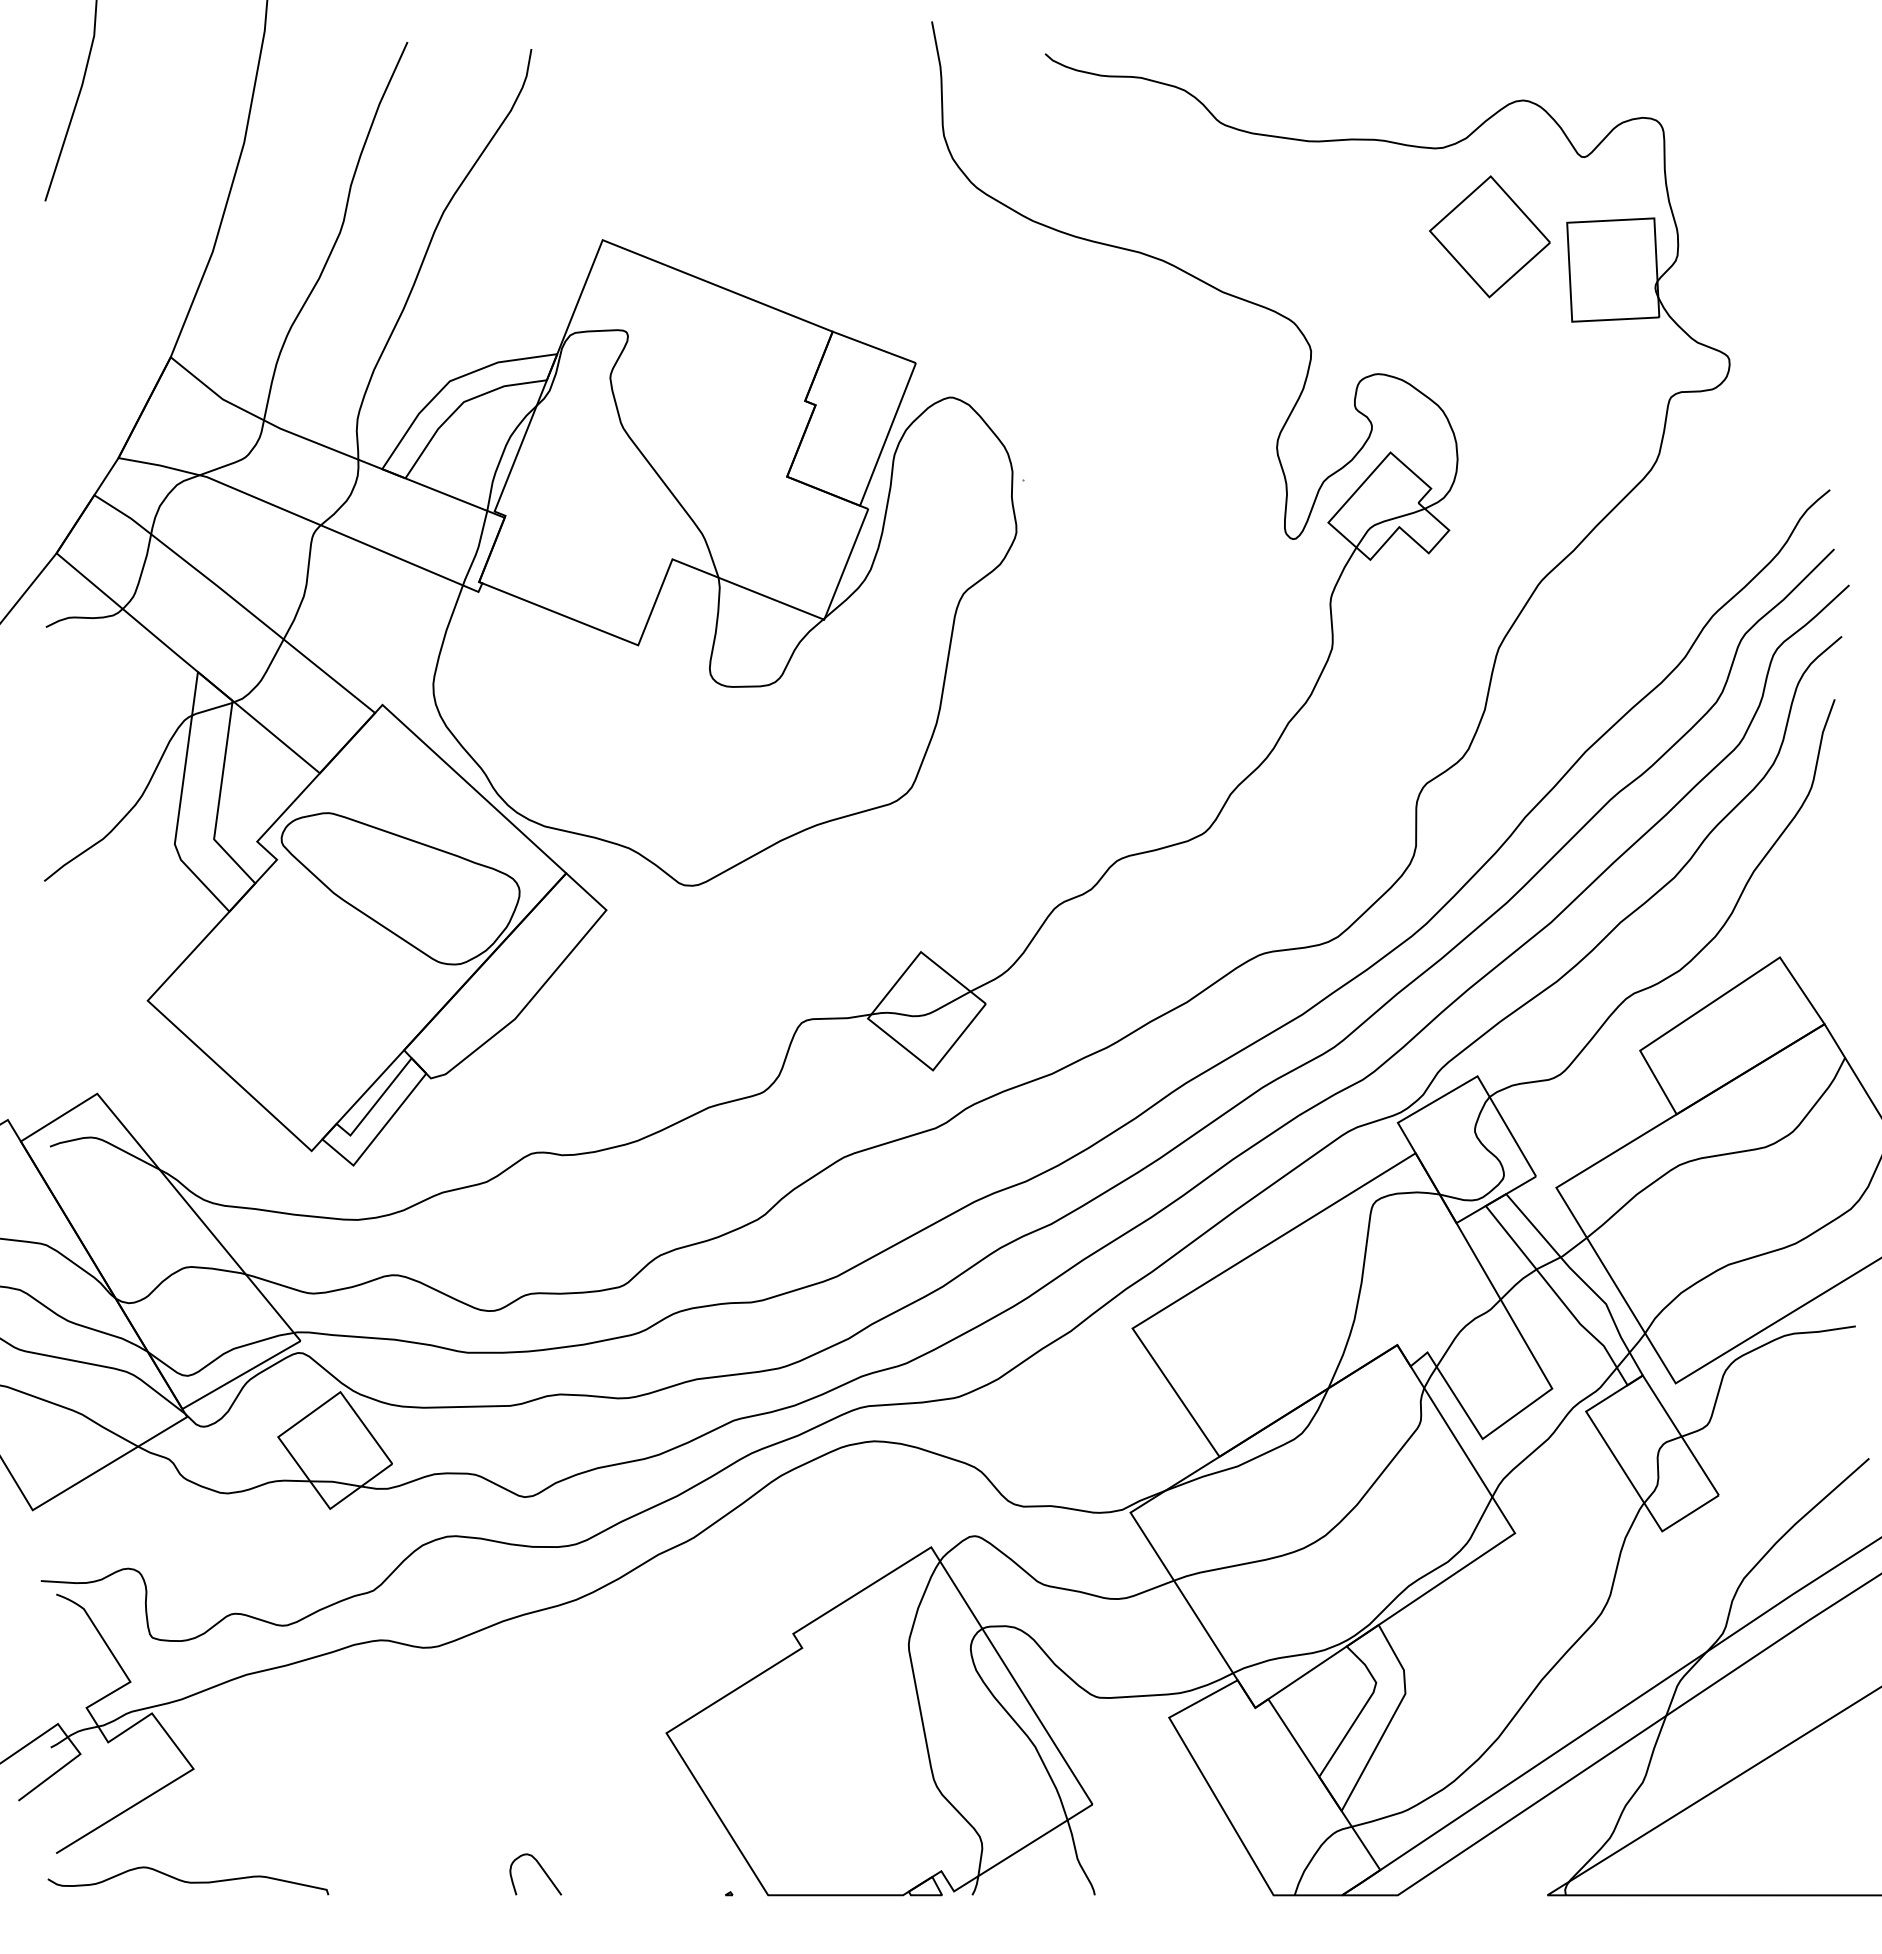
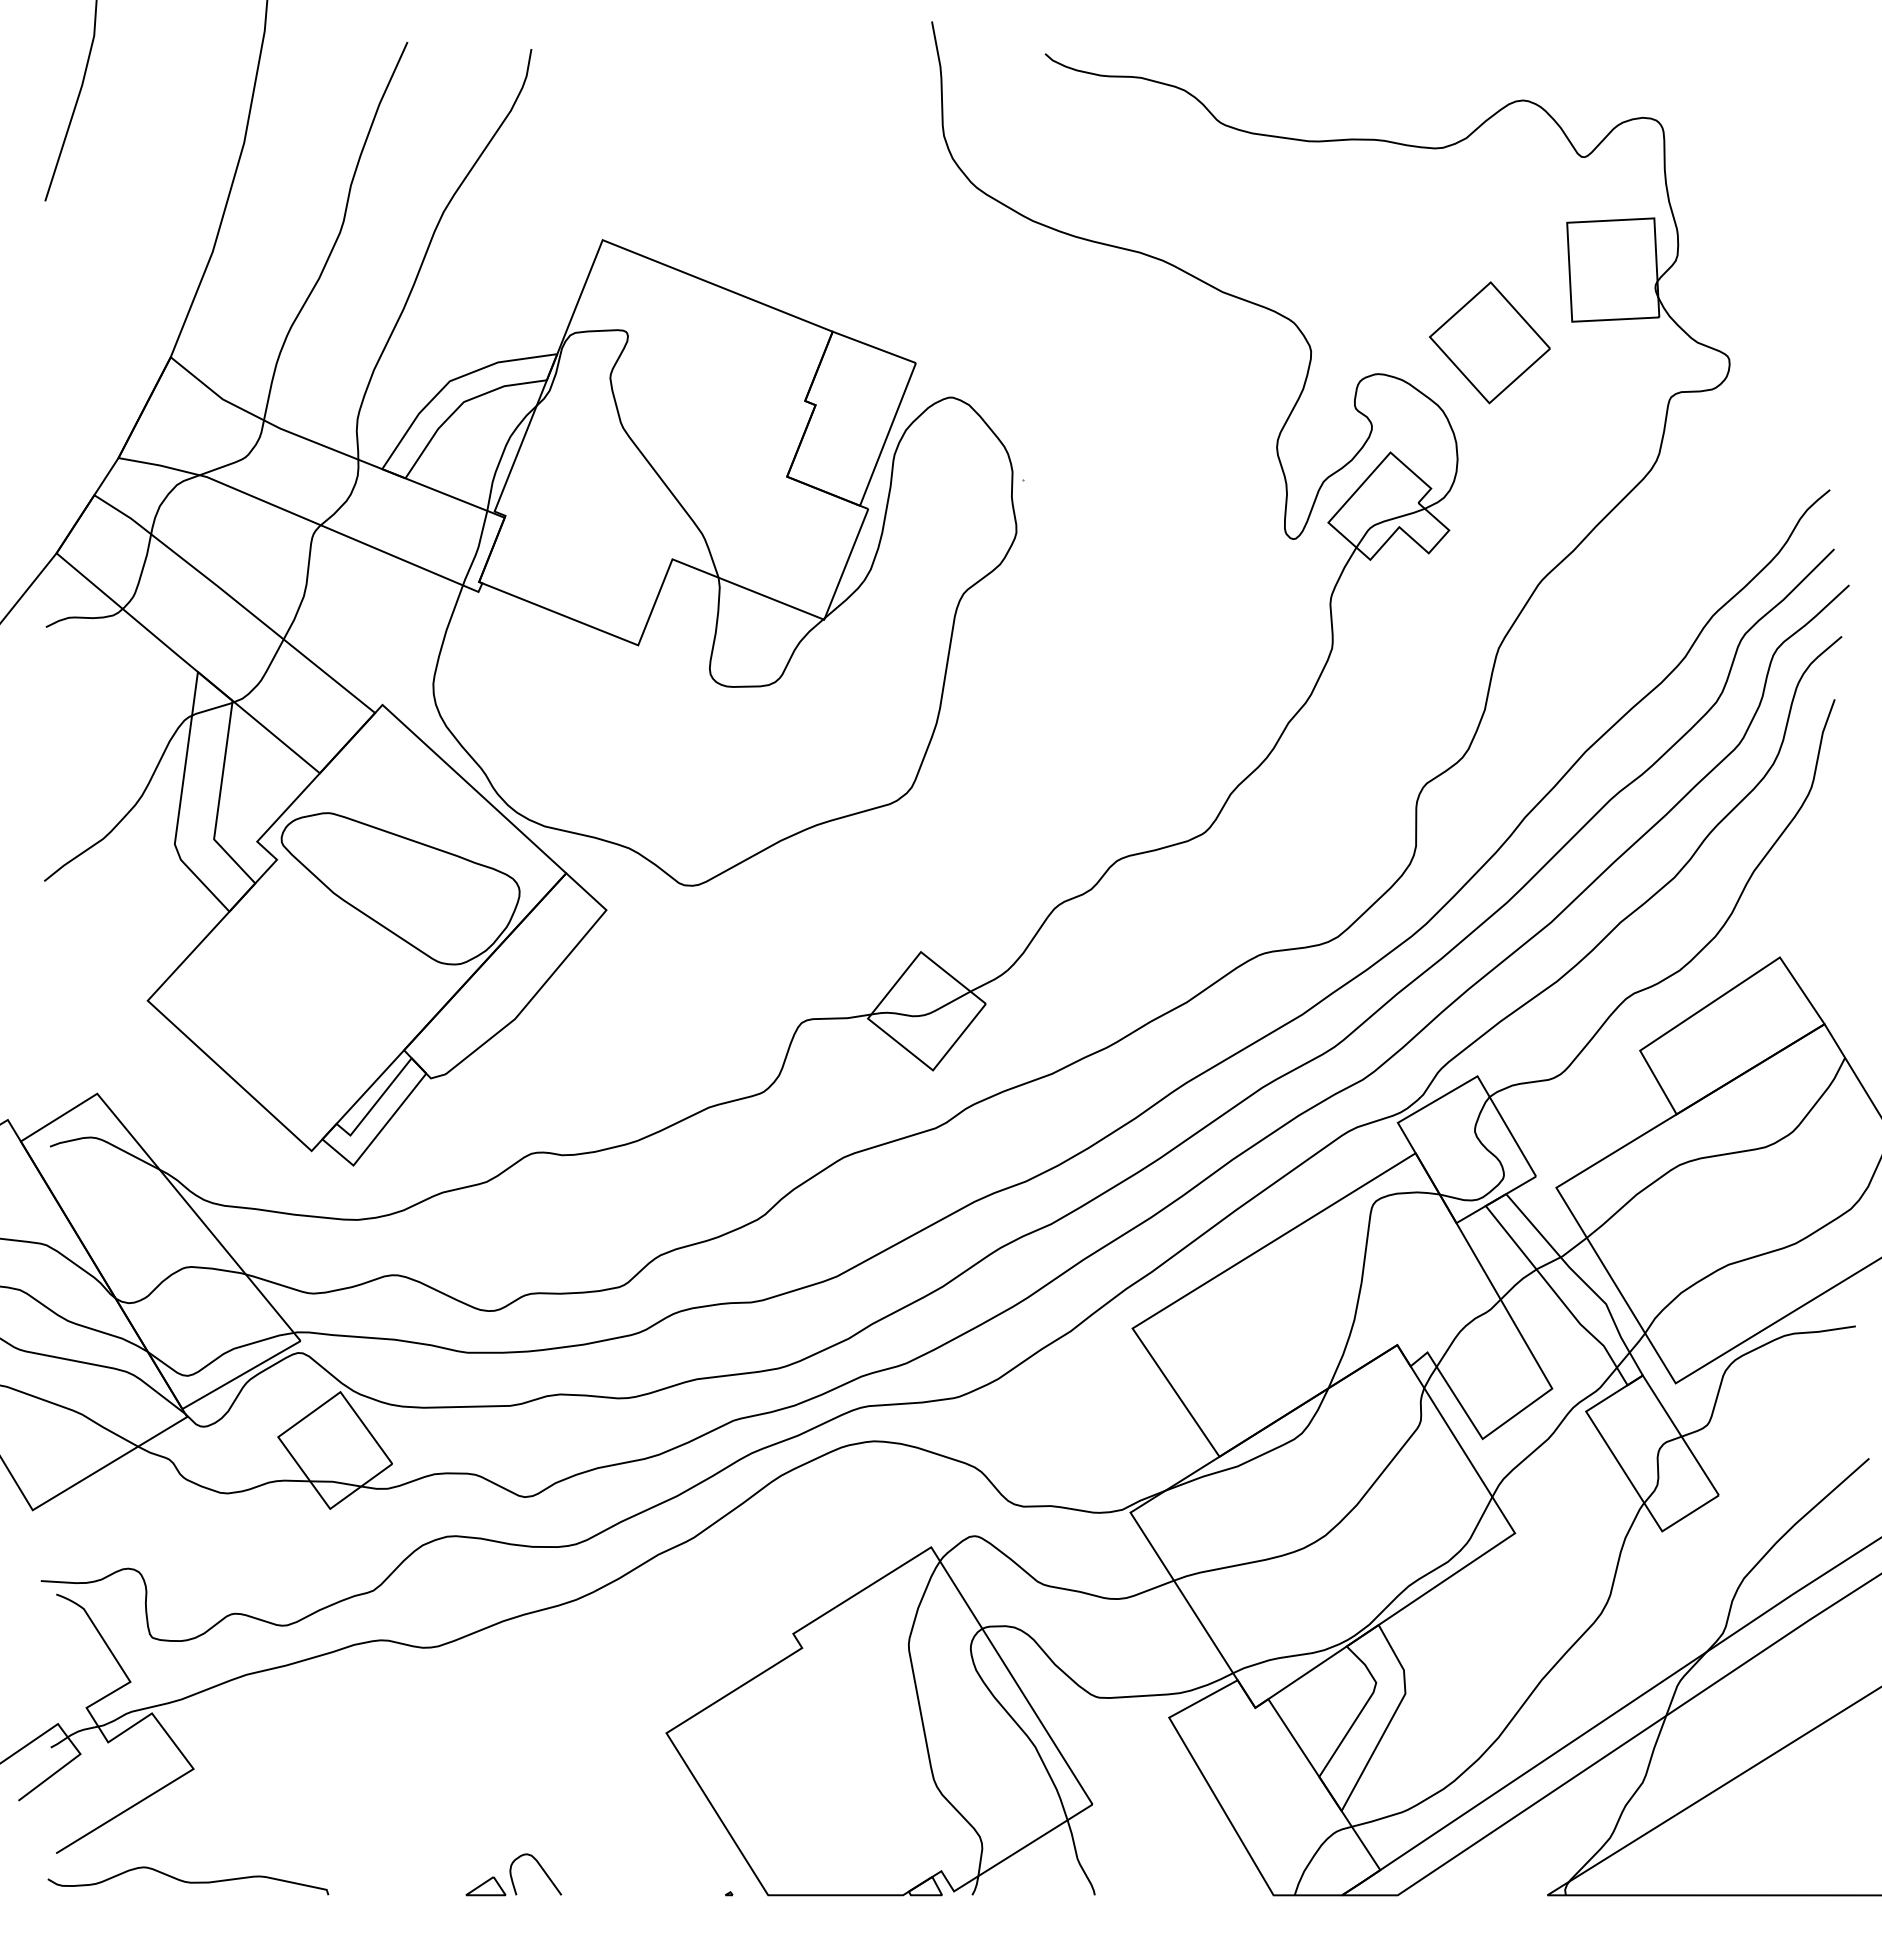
part at (1489, 236) position: (1489, 236) -> (1489, 342)
part at (485, 1886): none -> present
